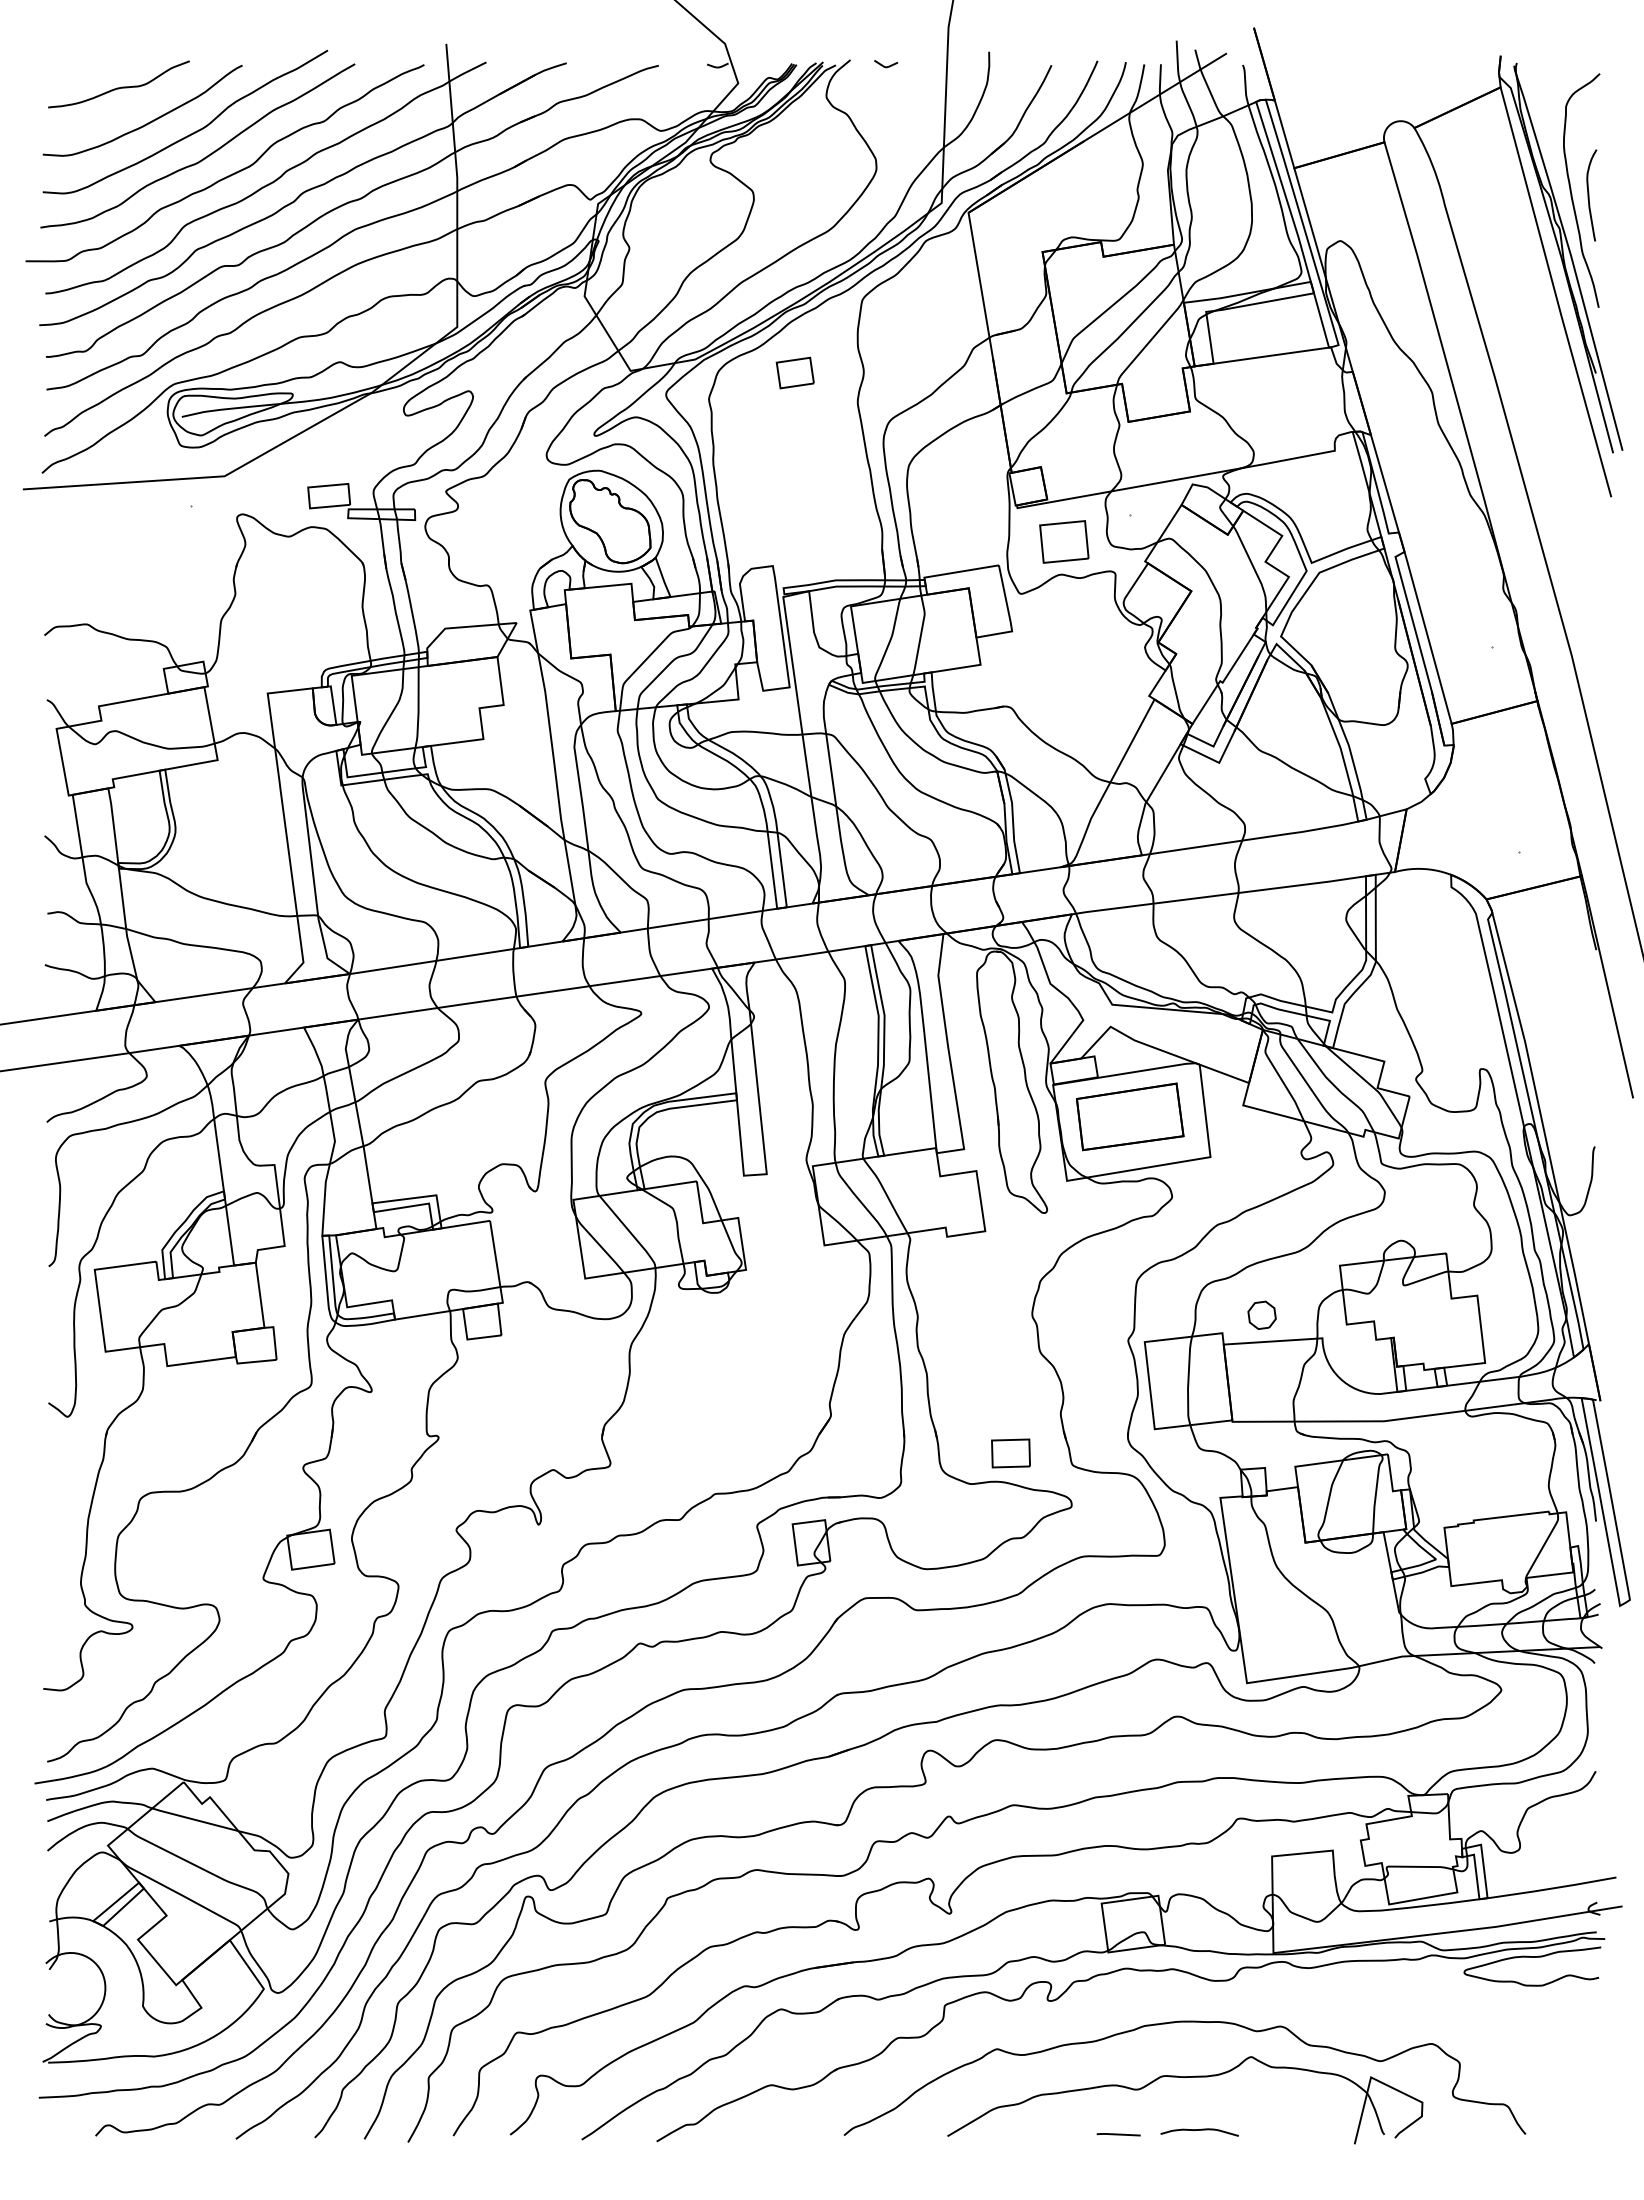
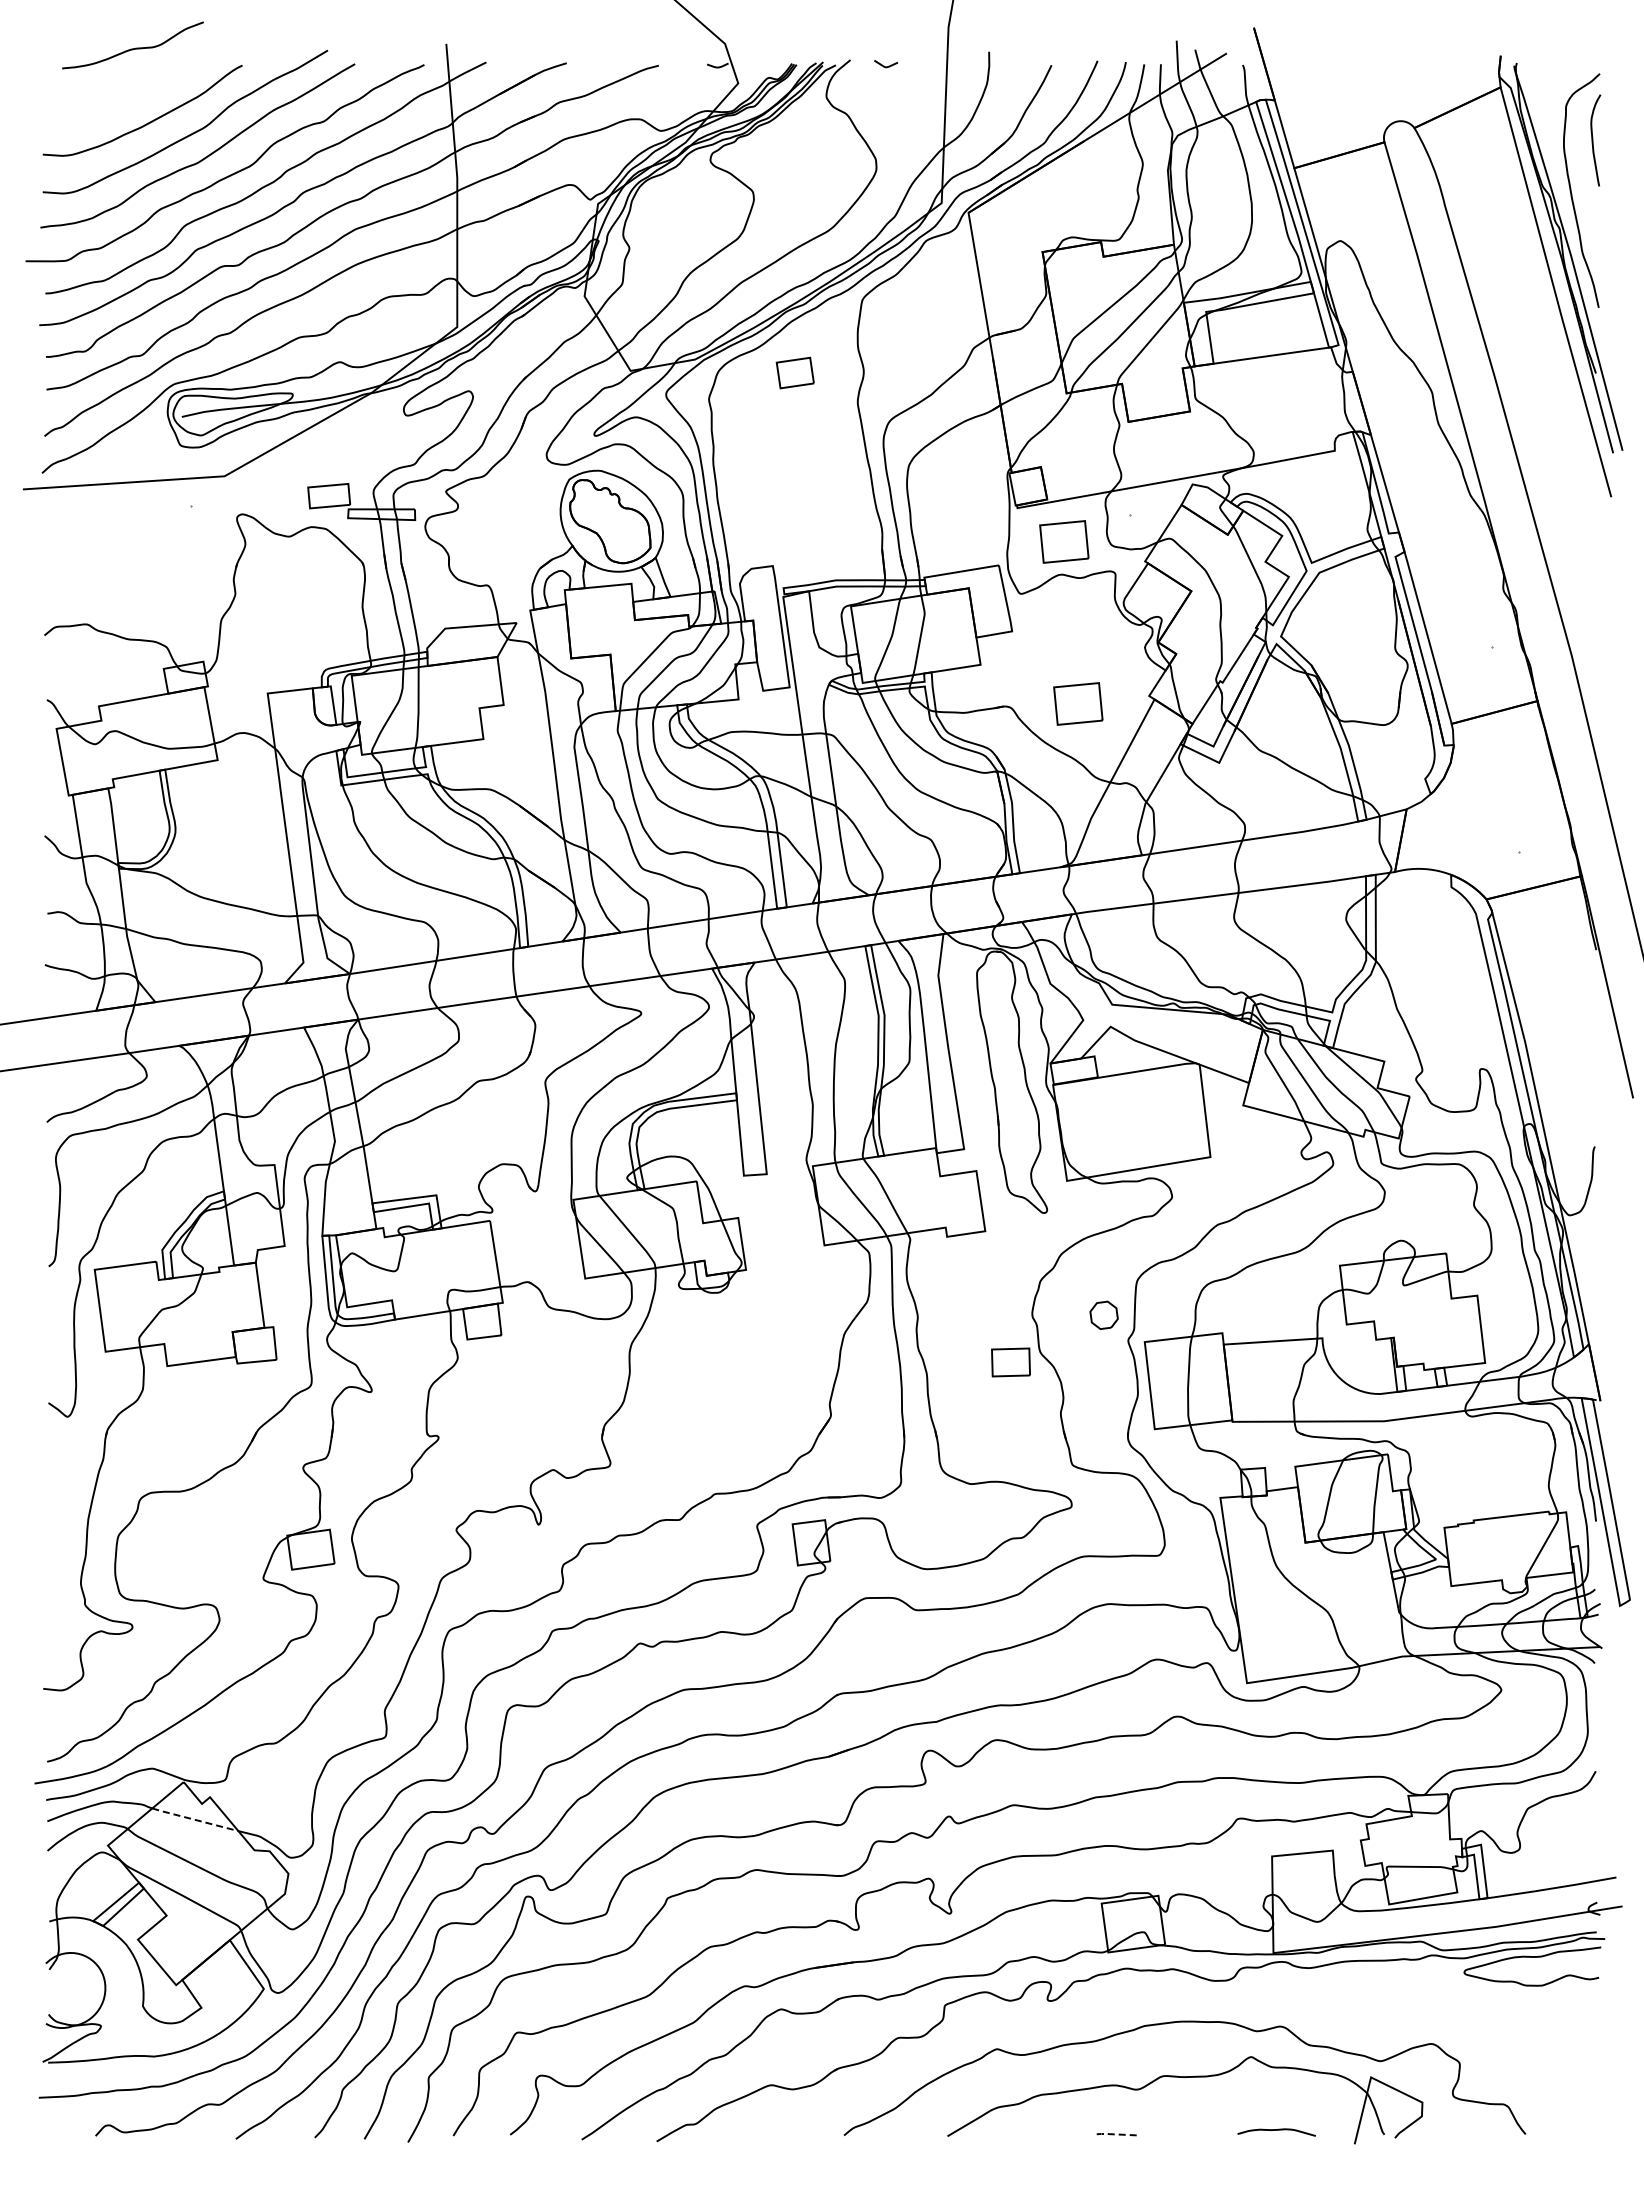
curve at (118, 87) position: (118, 87) -> (132, 48)
curve at (1589, 195) position: (1589, 195) -> (1593, 140)
part at (1078, 703): none -> present
part at (1129, 1116): present -> none
part at (1261, 1314) position: (1261, 1314) -> (1103, 1314)
part at (1010, 1453) position: (1010, 1453) -> (1010, 1362)
line at (195, 1819): solid -> dashed
curve at (1199, 2130) position: (1199, 2130) -> (1276, 2130)
line at (1117, 2134): solid -> dashed
